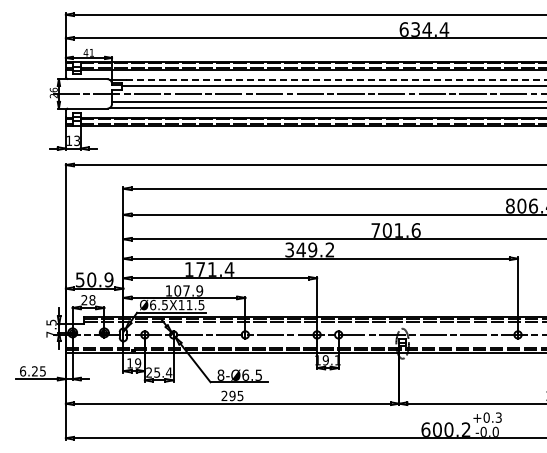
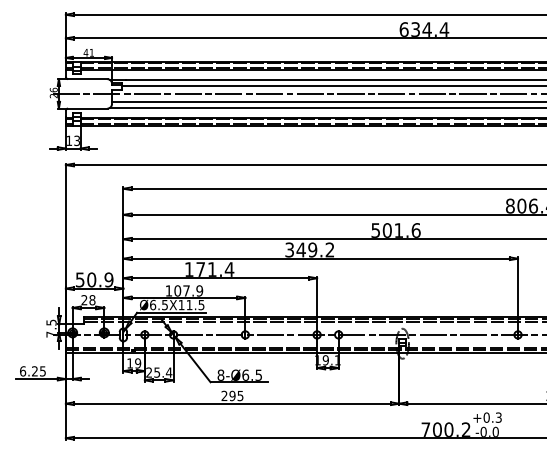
line at (336, 79): dashed -> solid
text at (375, 230): 701.6 -> 501.6
text at (425, 429): 600.2 -> 700.2
